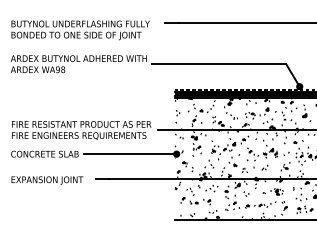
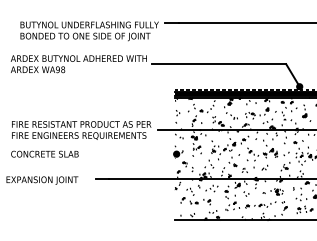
text at (80, 30) position: (80, 30) -> (89, 31)
line at (129, 154): present -> none
text at (47, 180) position: (47, 180) -> (42, 180)
